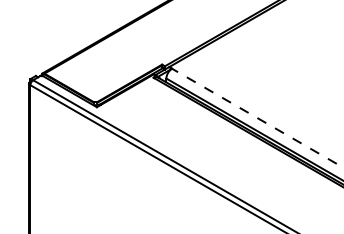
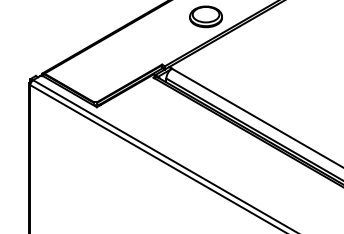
part at (205, 16): none -> present
line at (256, 117): dashed -> solid
